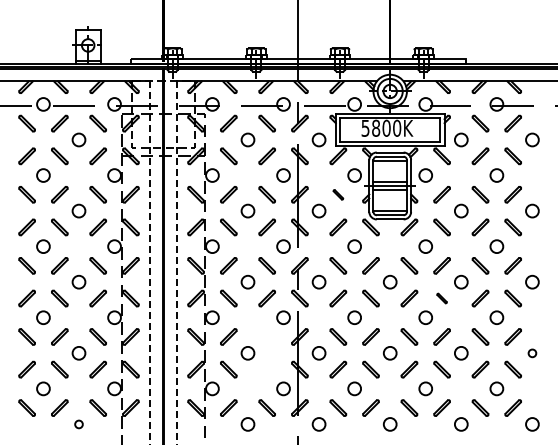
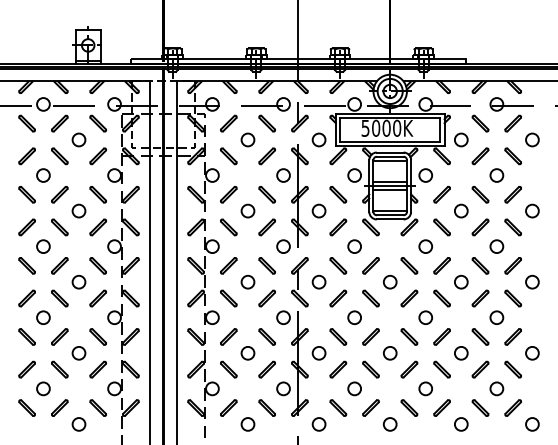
text at (376, 128): 5800K -> 5000K
part at (338, 194) size: 13x12 px -> 19x18 px
line at (150, 263): dashed -> solid
line at (176, 263): dashed -> solid
part at (441, 298) size: 12x13 px -> 18x19 px
part at (266, 336): none -> present
circle at (532, 353) size: 11x11 px -> 15x15 px
part at (266, 369): none -> present
circle at (78, 424) size: 10x11 px -> 16x15 px
